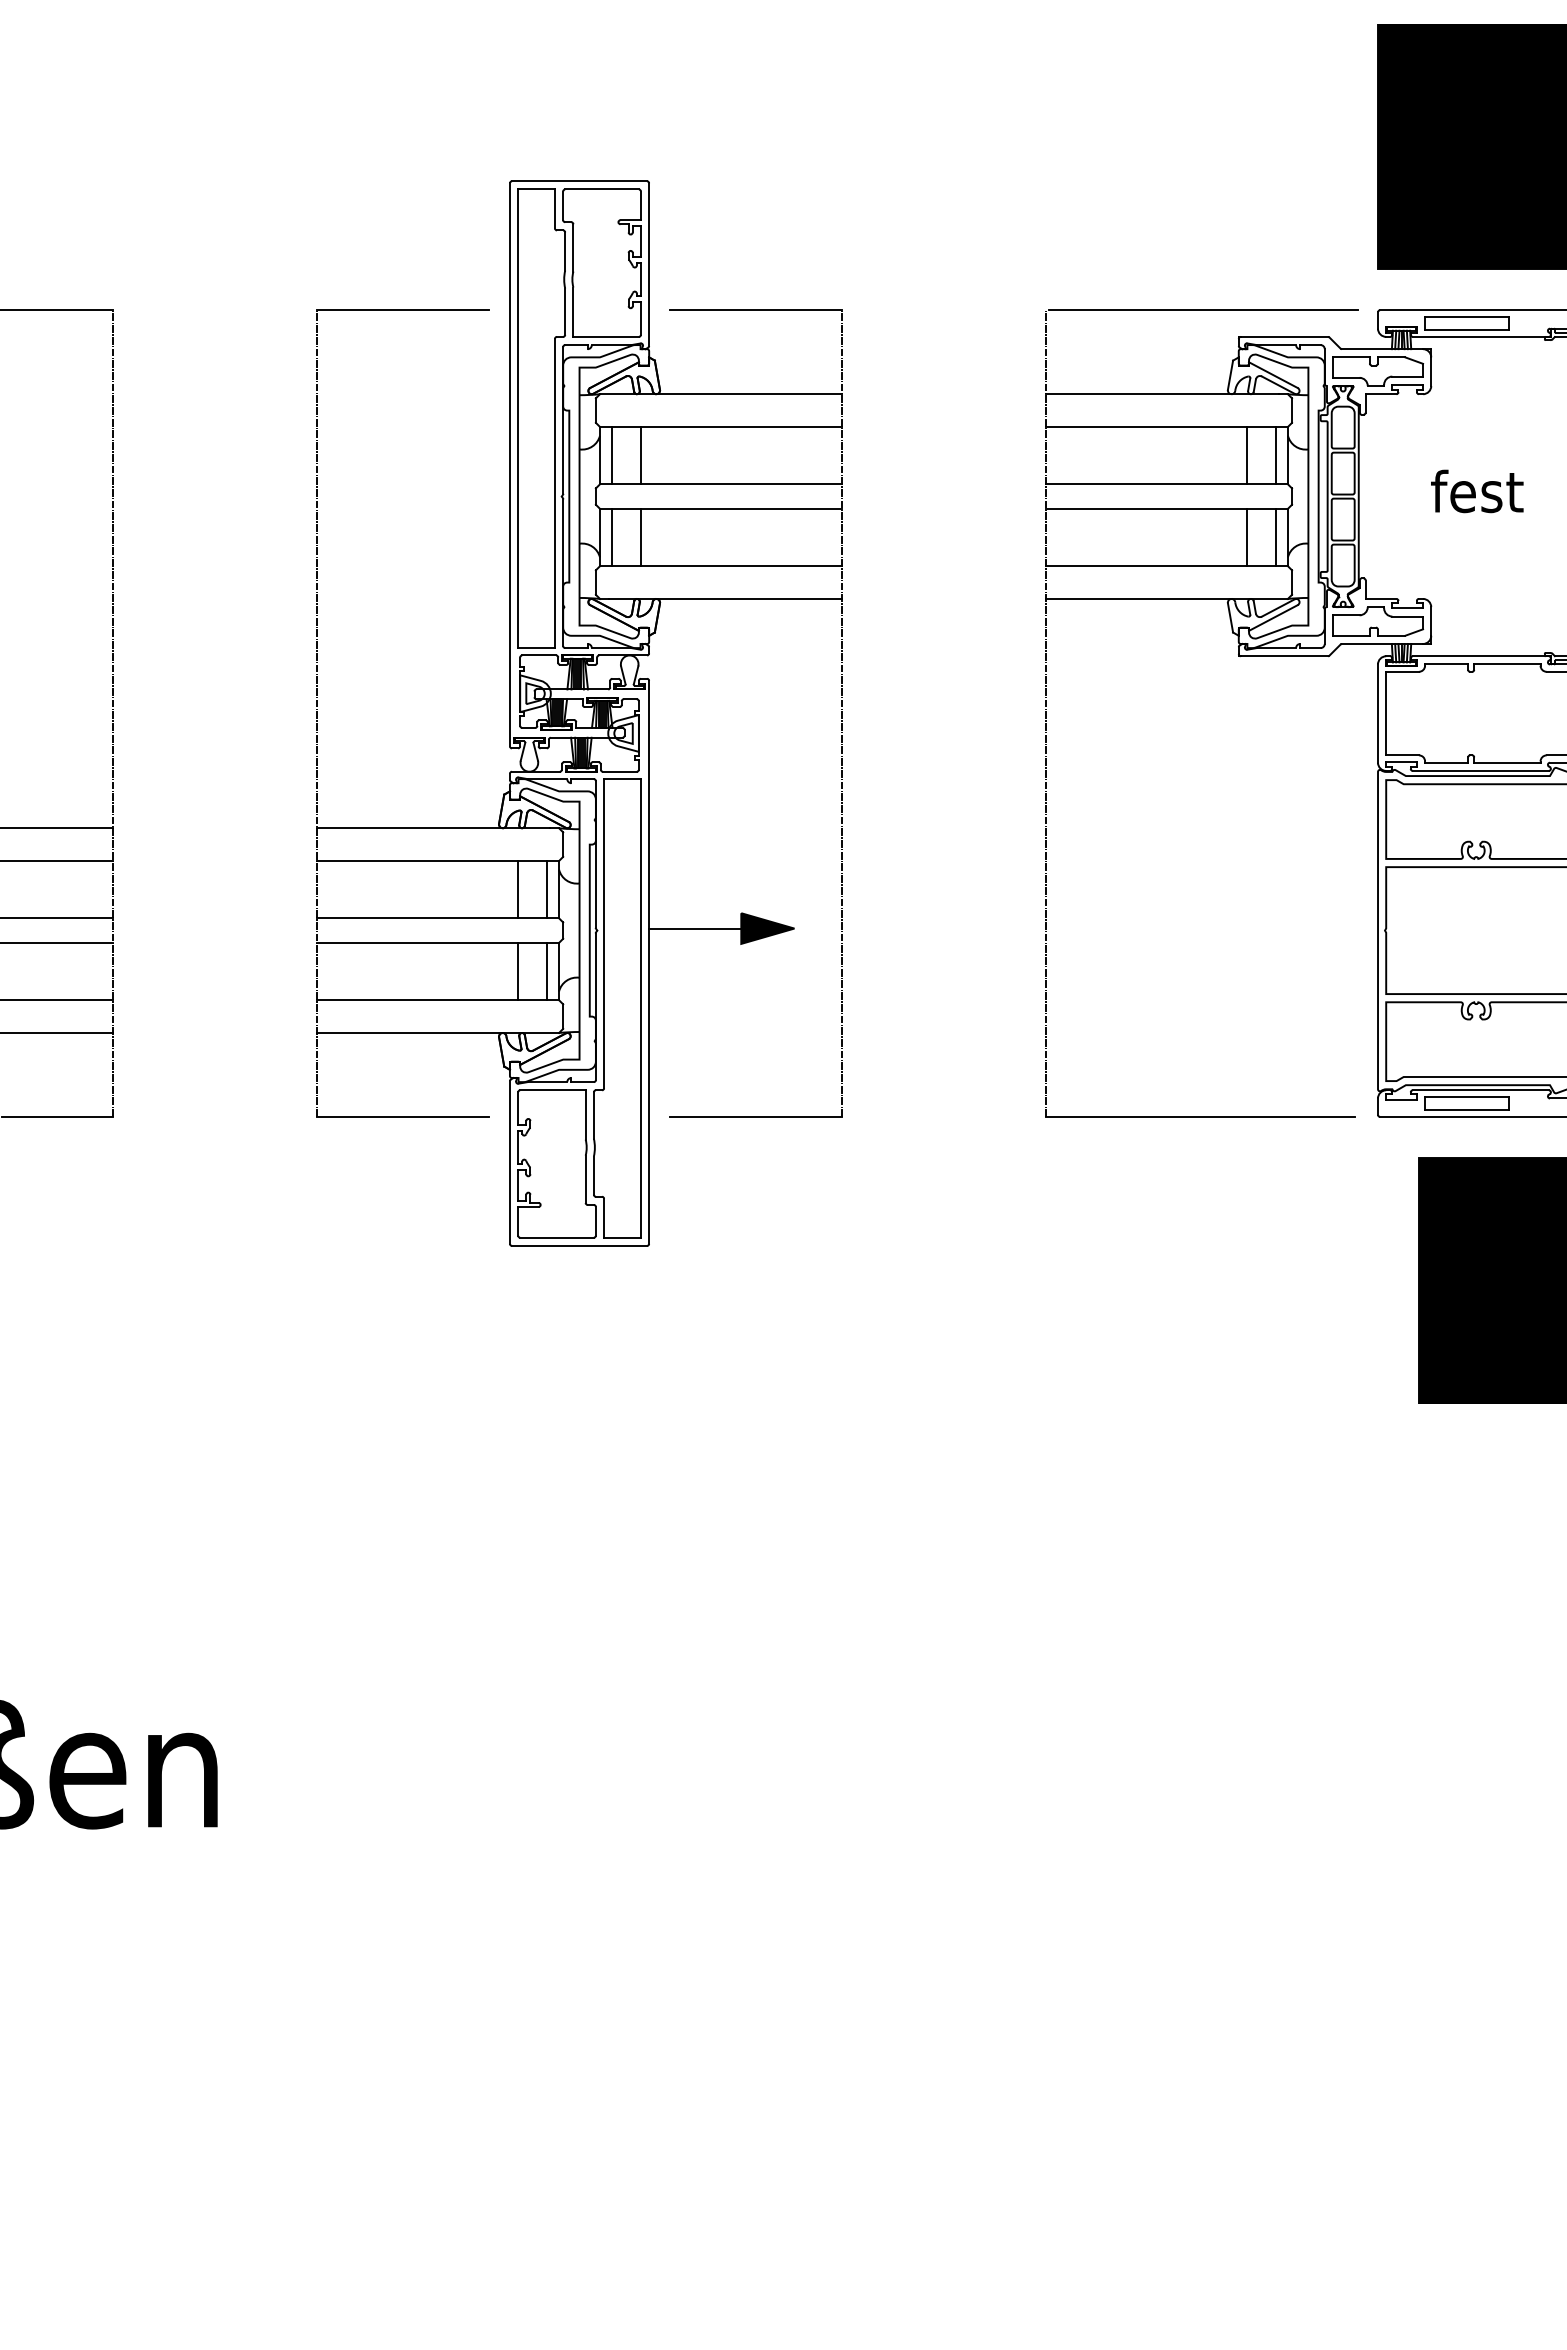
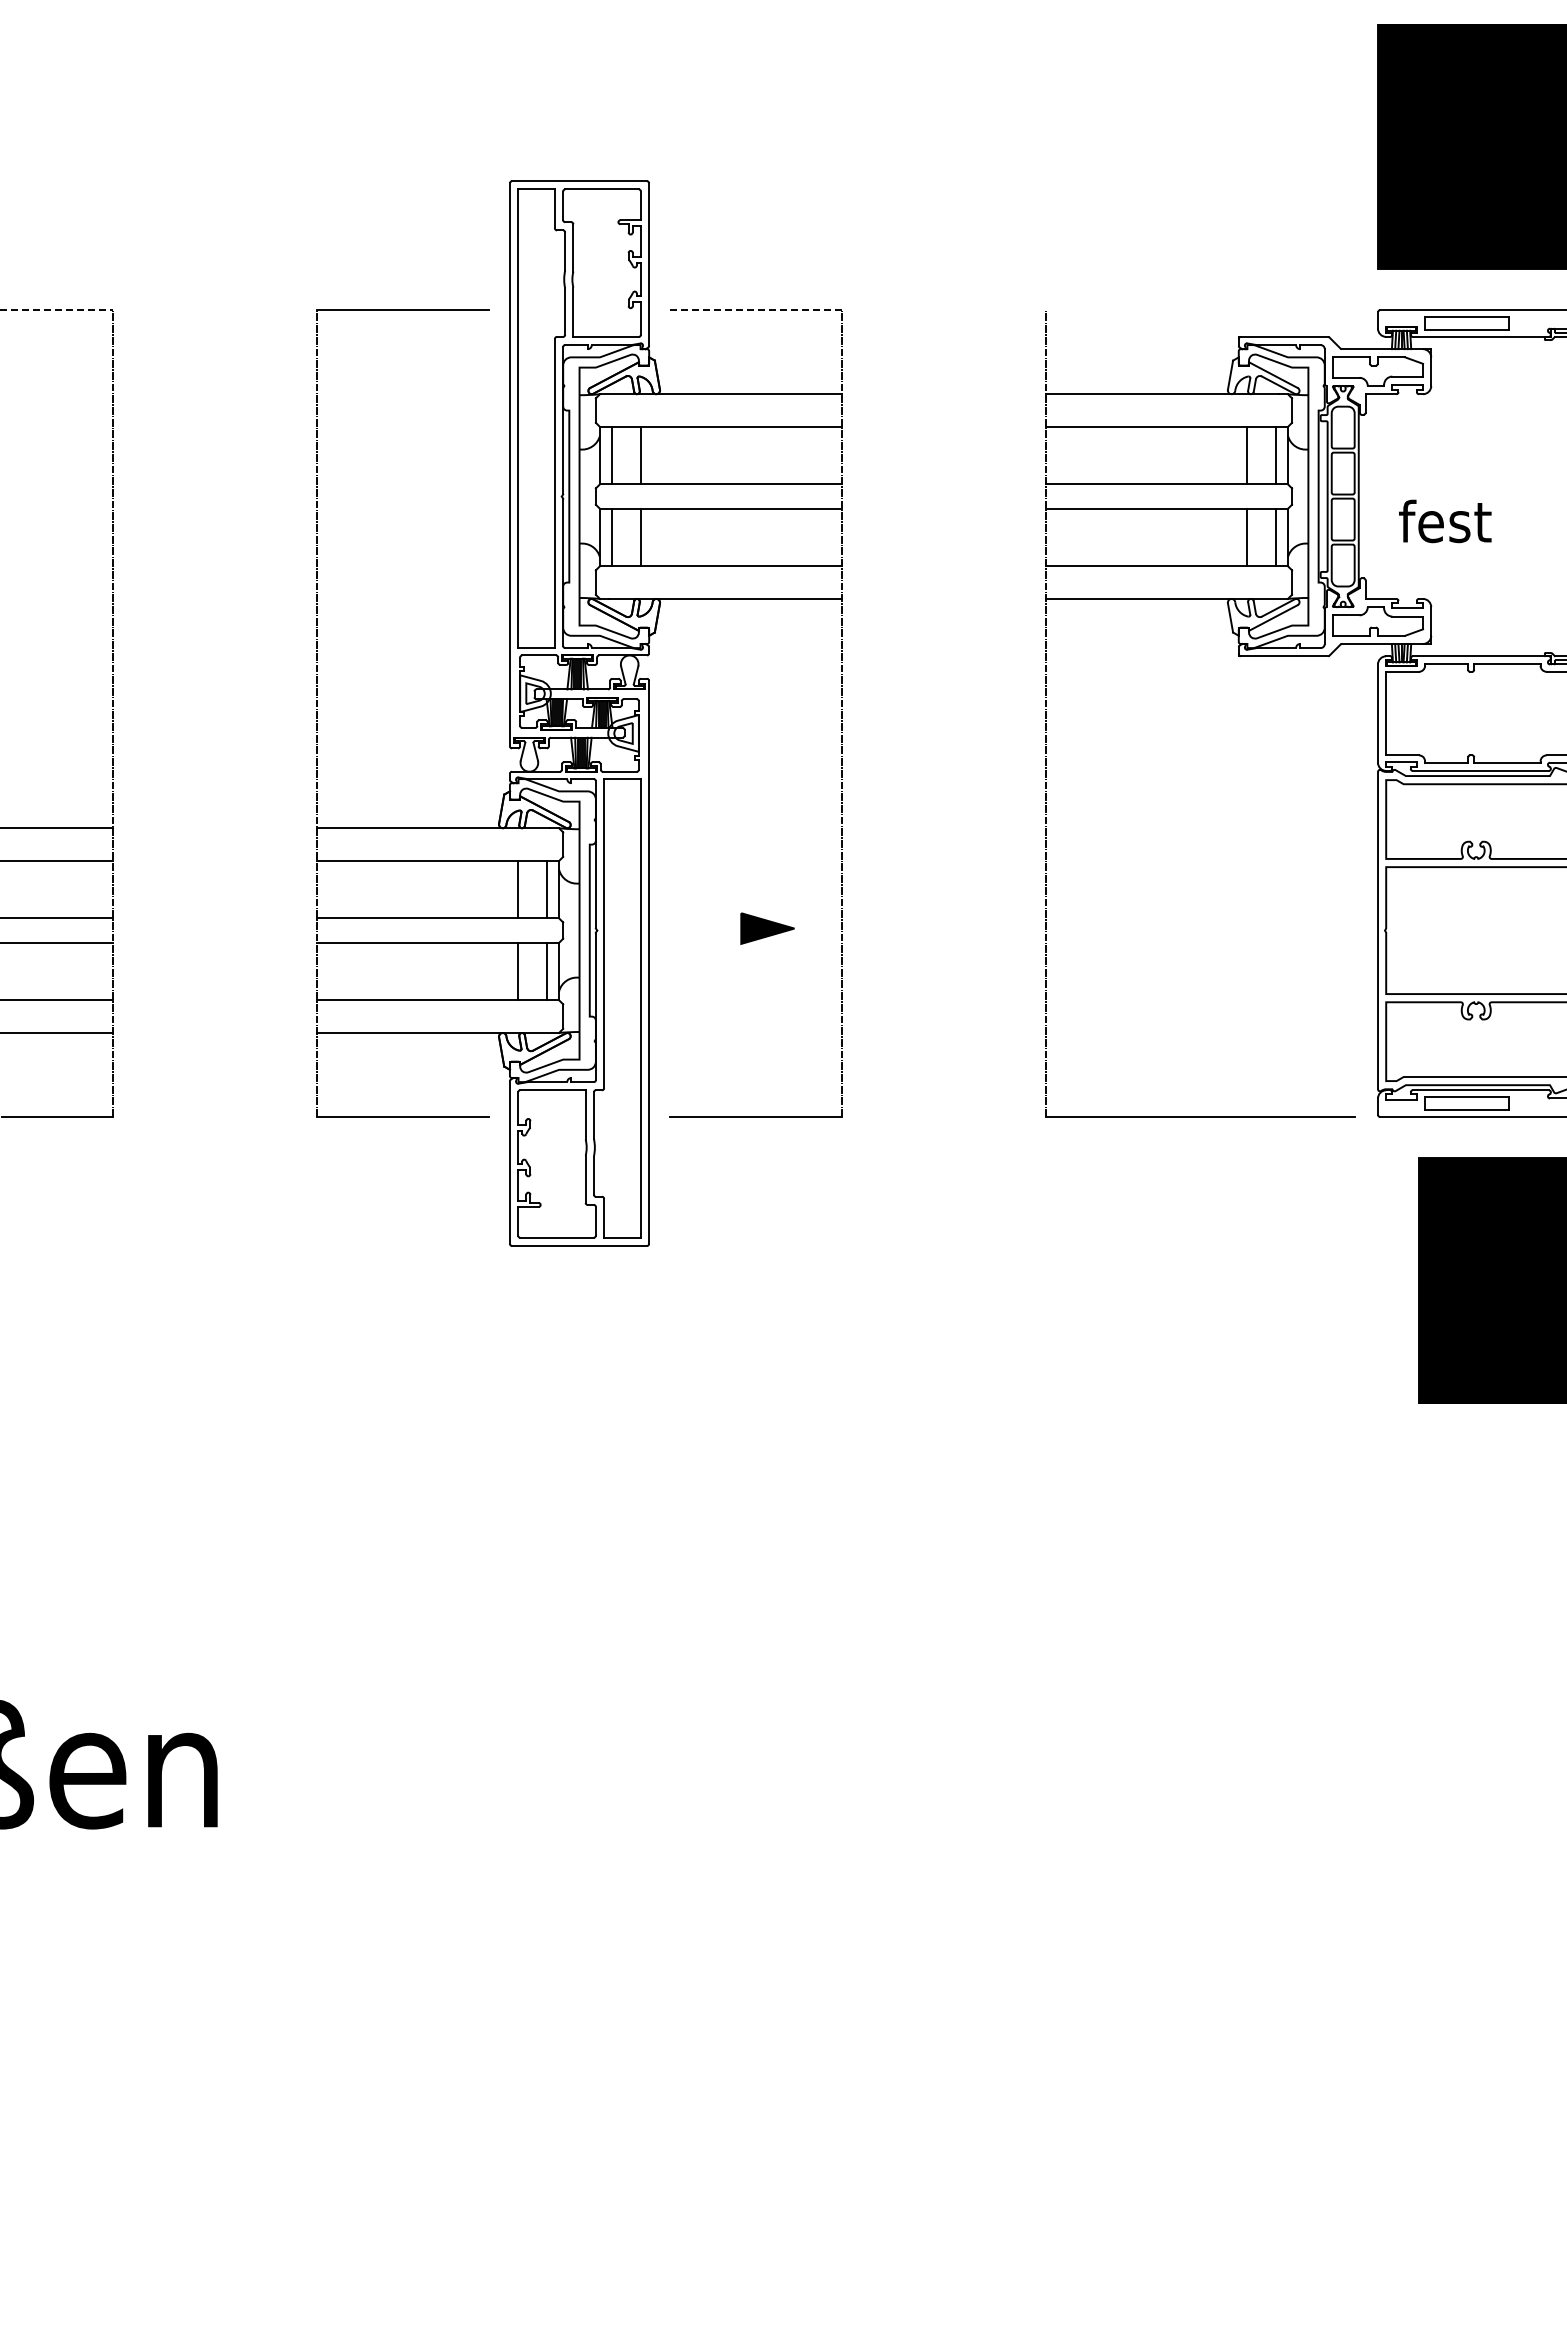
line at (56, 310): solid -> dashed
line at (755, 310): solid -> dashed
line at (1202, 310): present -> none
text at (1477, 491) position: (1477, 491) -> (1445, 521)
line at (695, 928): present -> none
